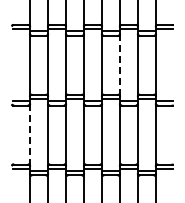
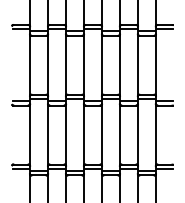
line at (119, 65): dashed -> solid
line at (30, 135): dashed -> solid
